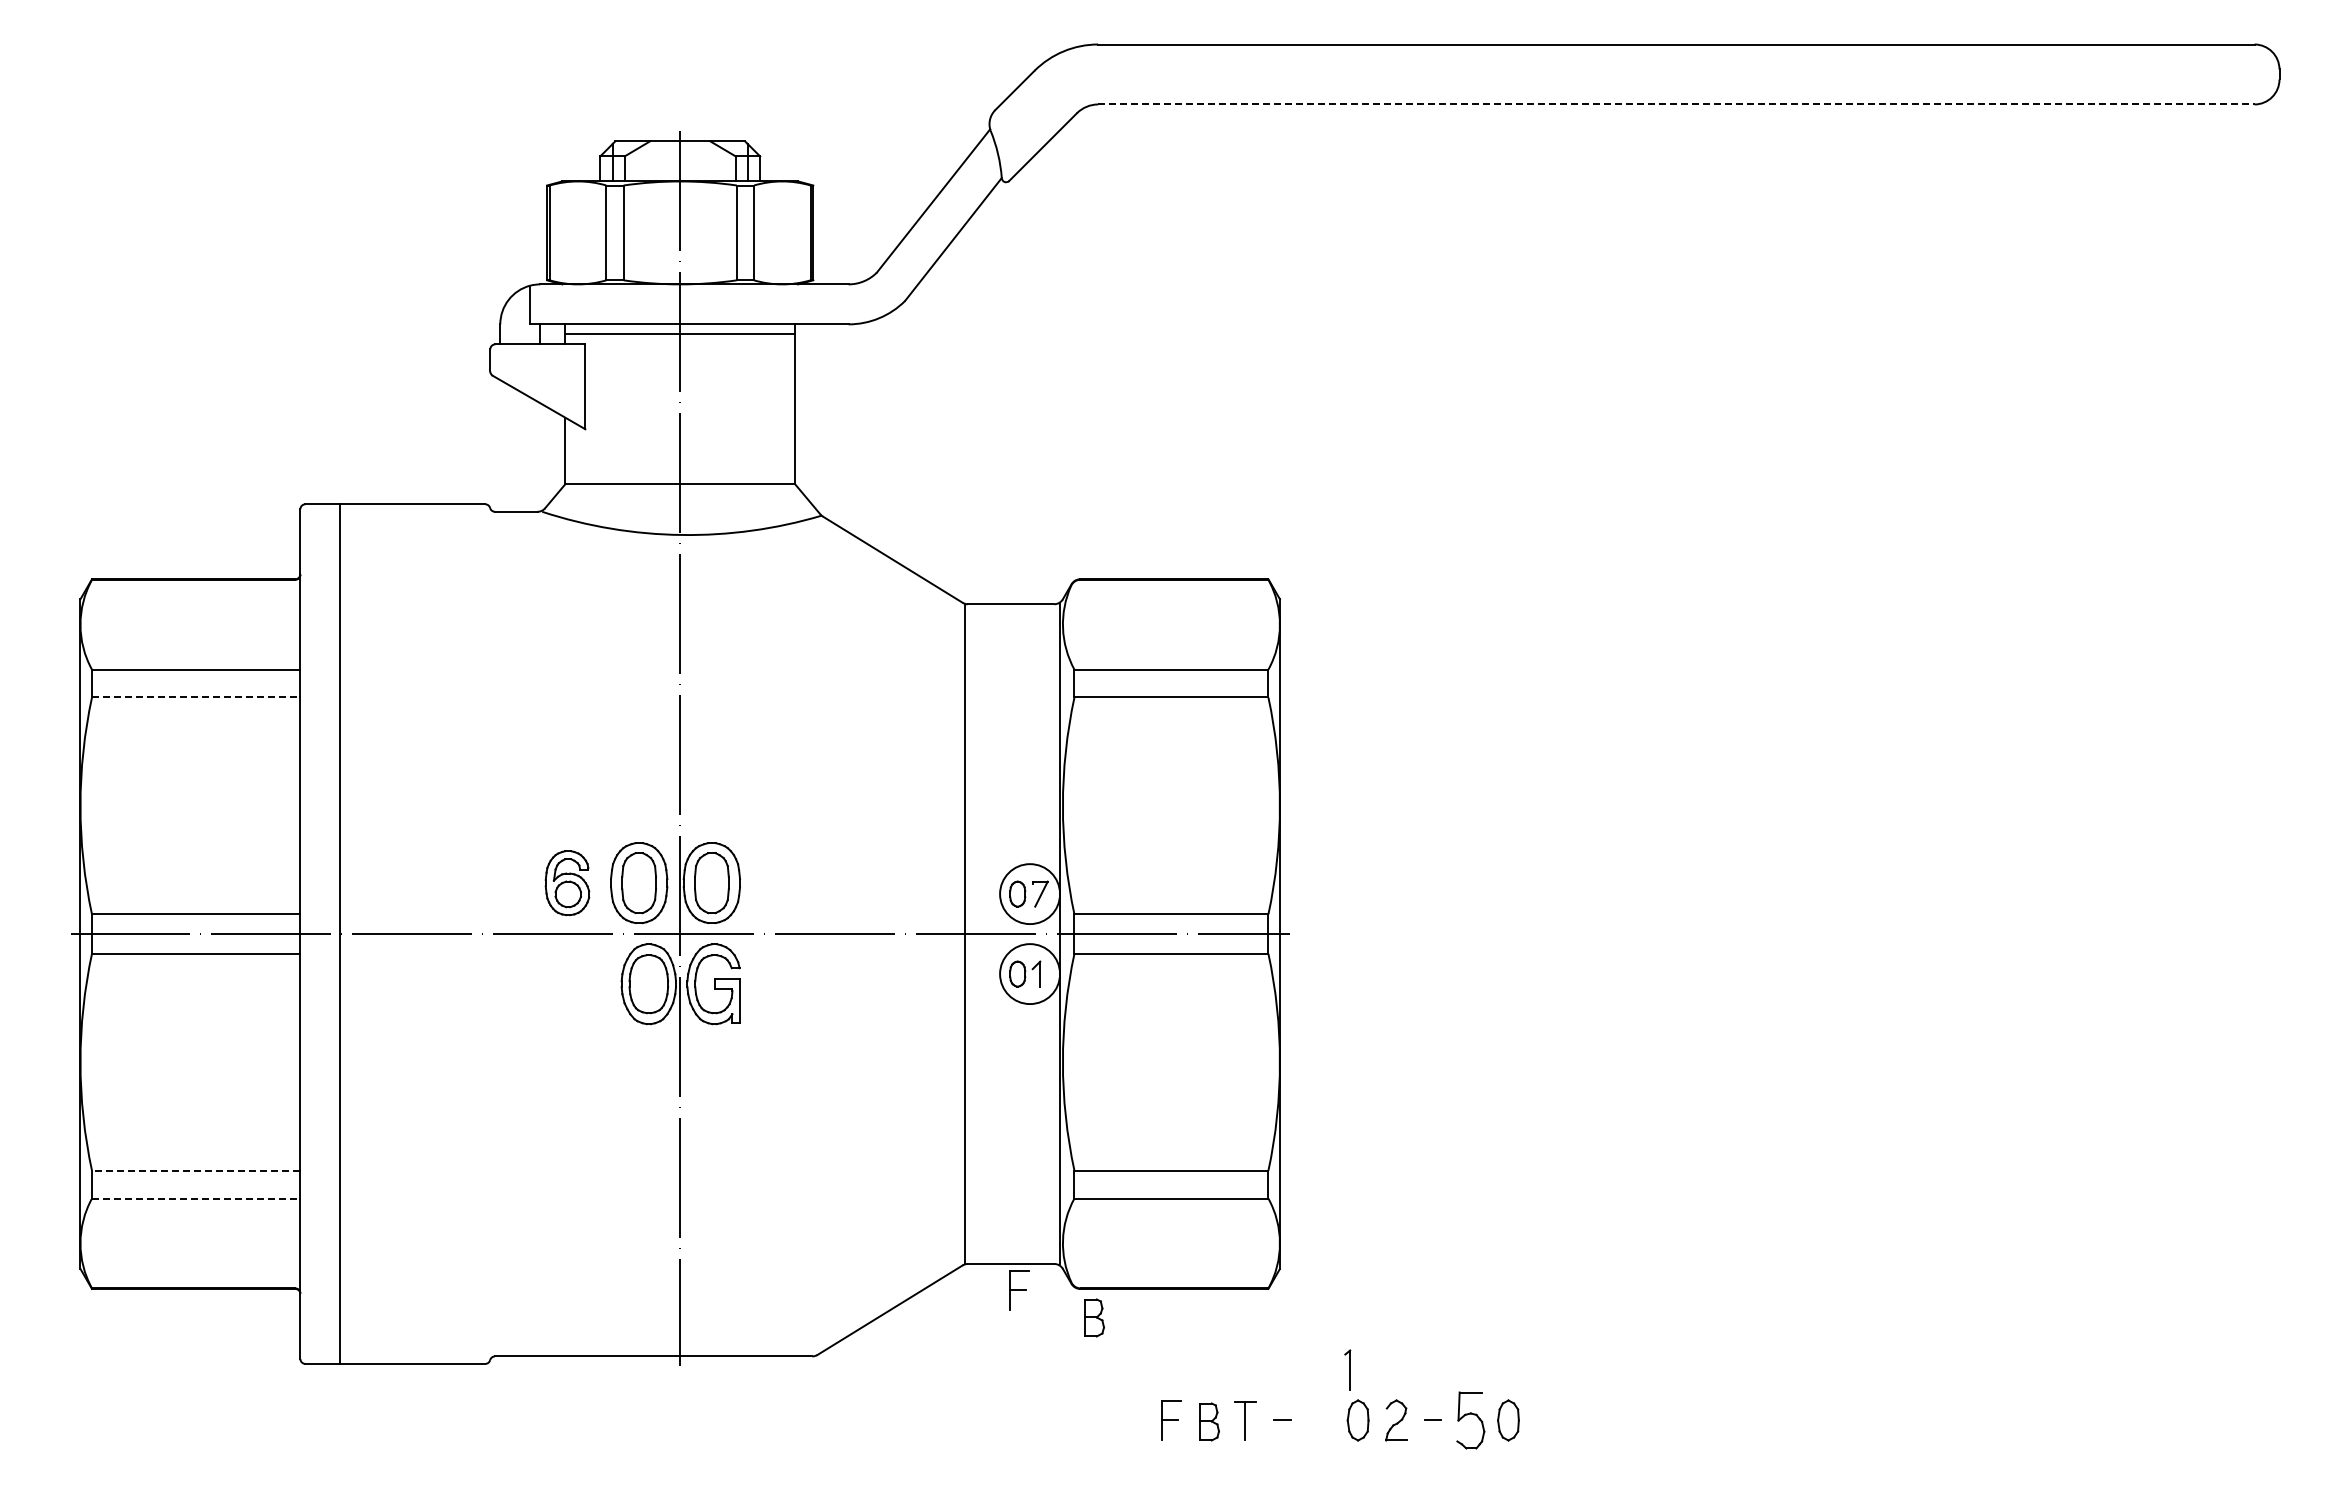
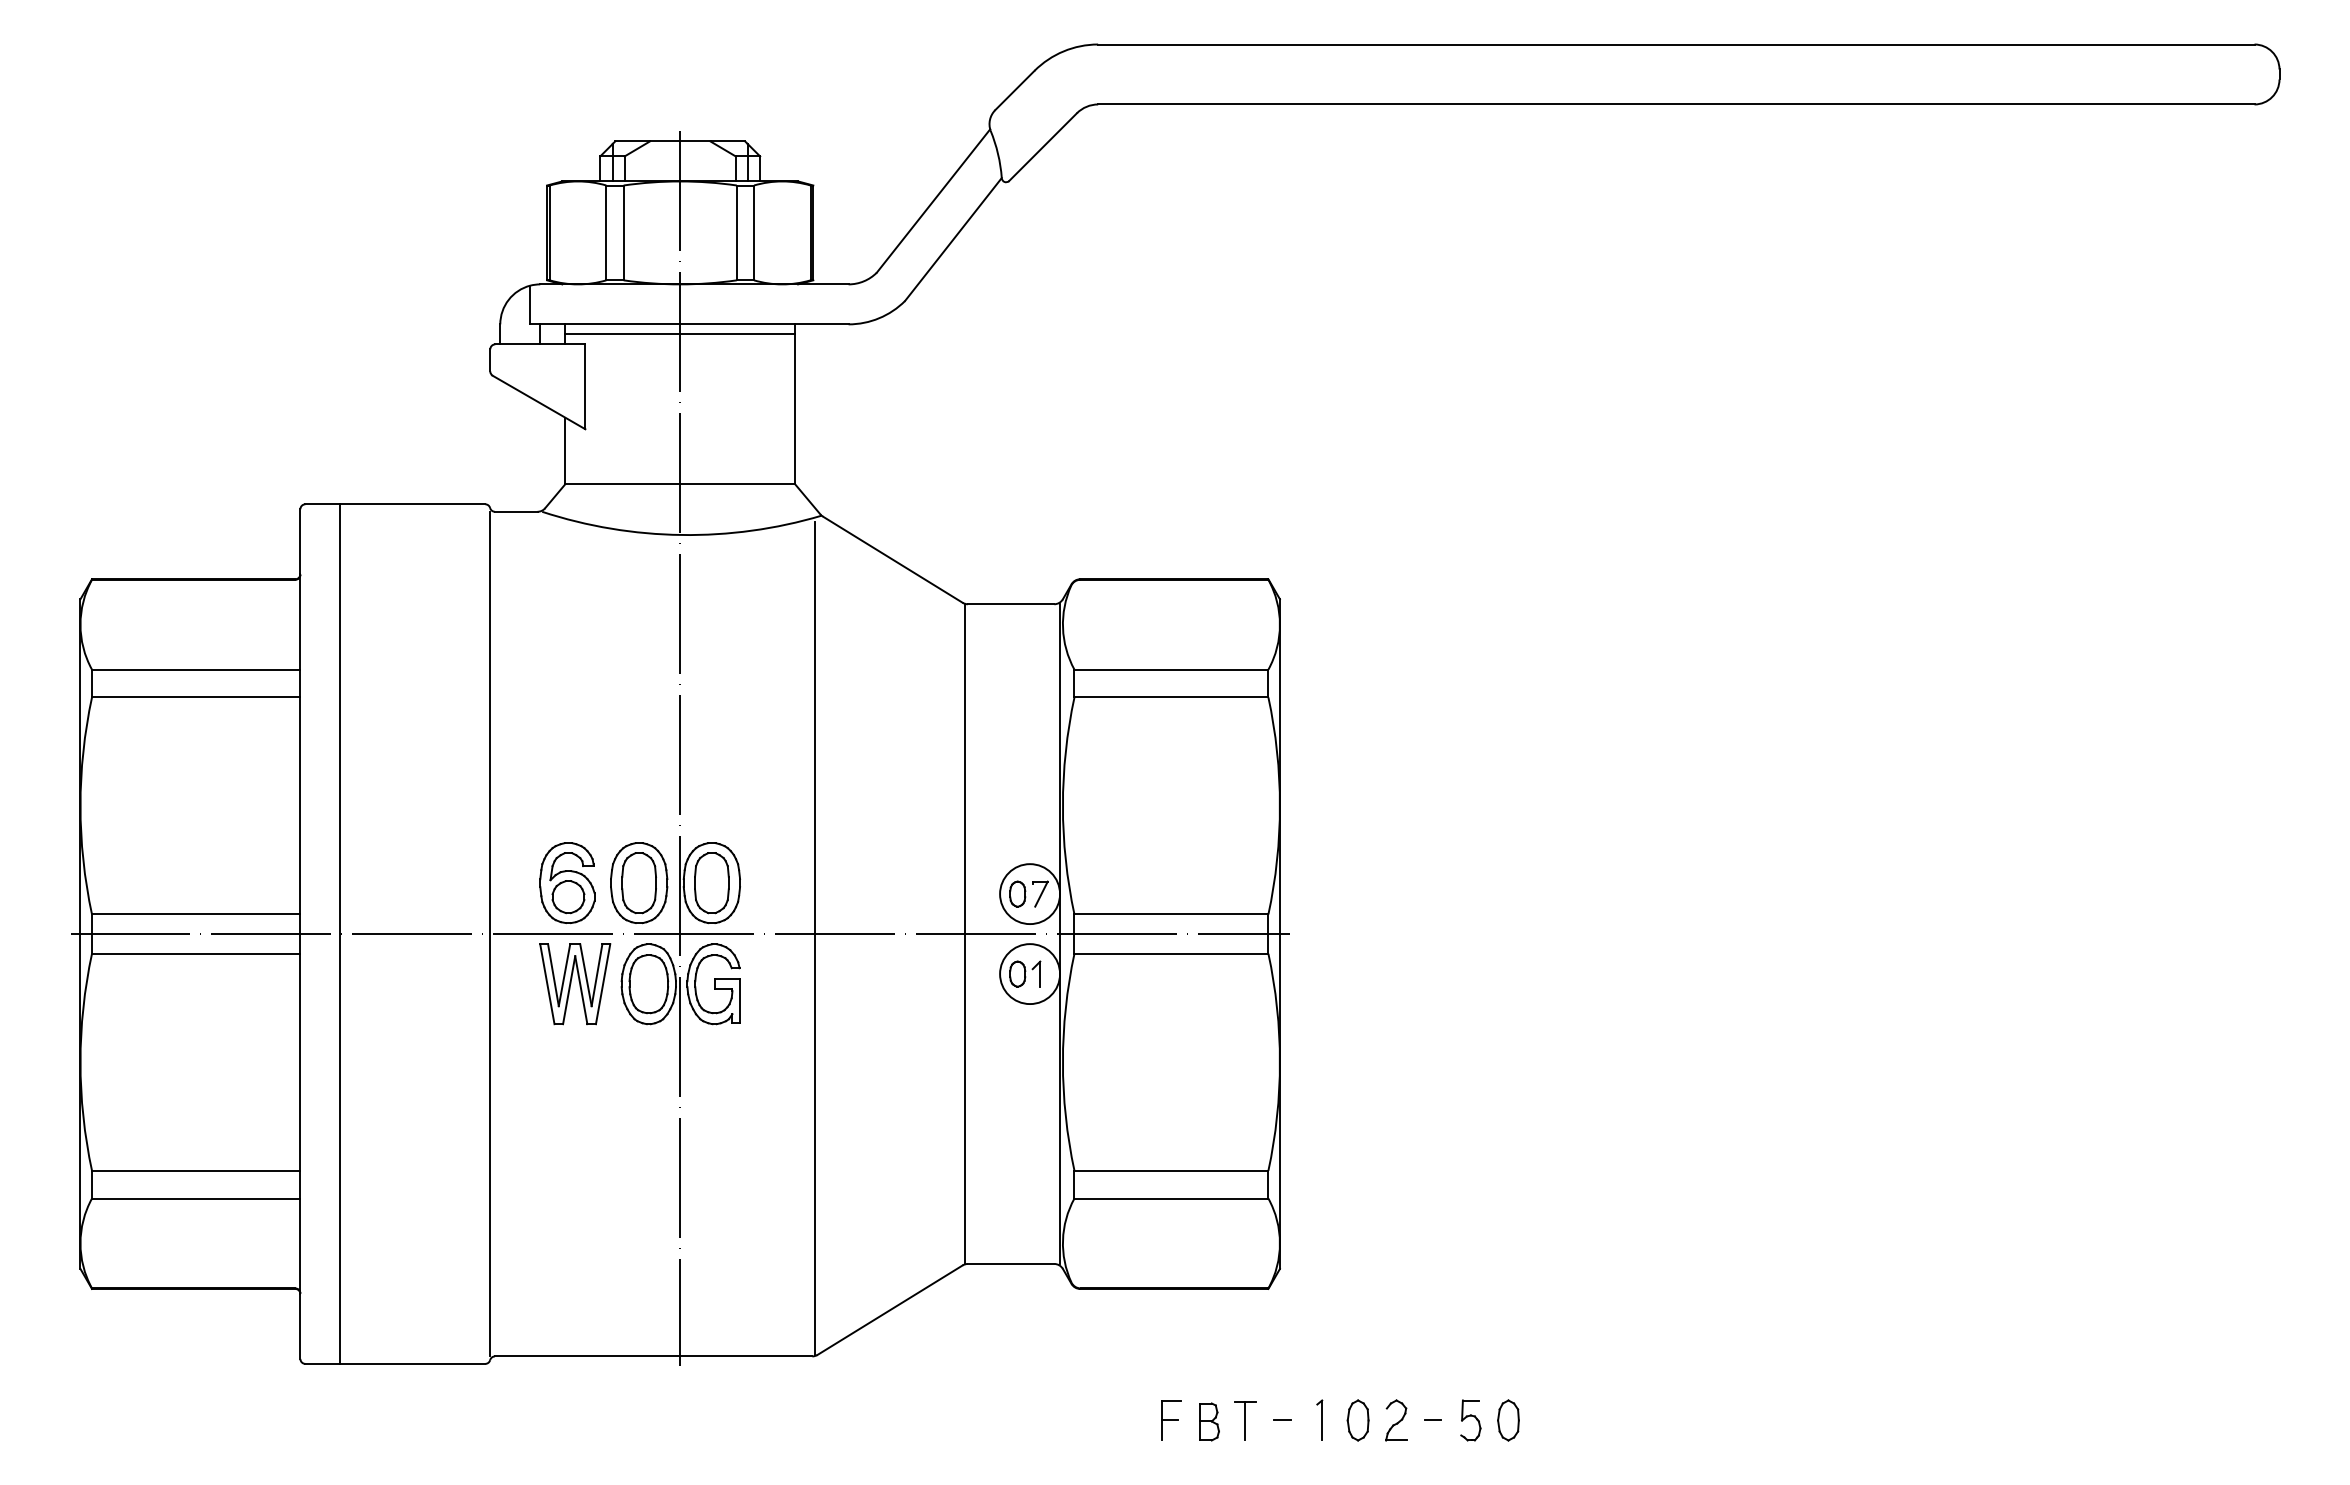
line at (1676, 104): dashed -> solid
line at (196, 697): dashed -> solid
part at (567, 883) size: 47x67 px -> 57x83 px
line at (490, 933): none -> present
line at (815, 937): none -> present
part at (575, 984): none -> present
line at (195, 1170): dashed -> solid
line at (196, 1198): dashed -> solid
part at (1019, 1290): present -> none
part at (1094, 1317): present -> none
part at (1347, 1369) position: (1347, 1369) -> (1319, 1419)
part at (1470, 1420) size: 30x59 px -> 22x43 px
